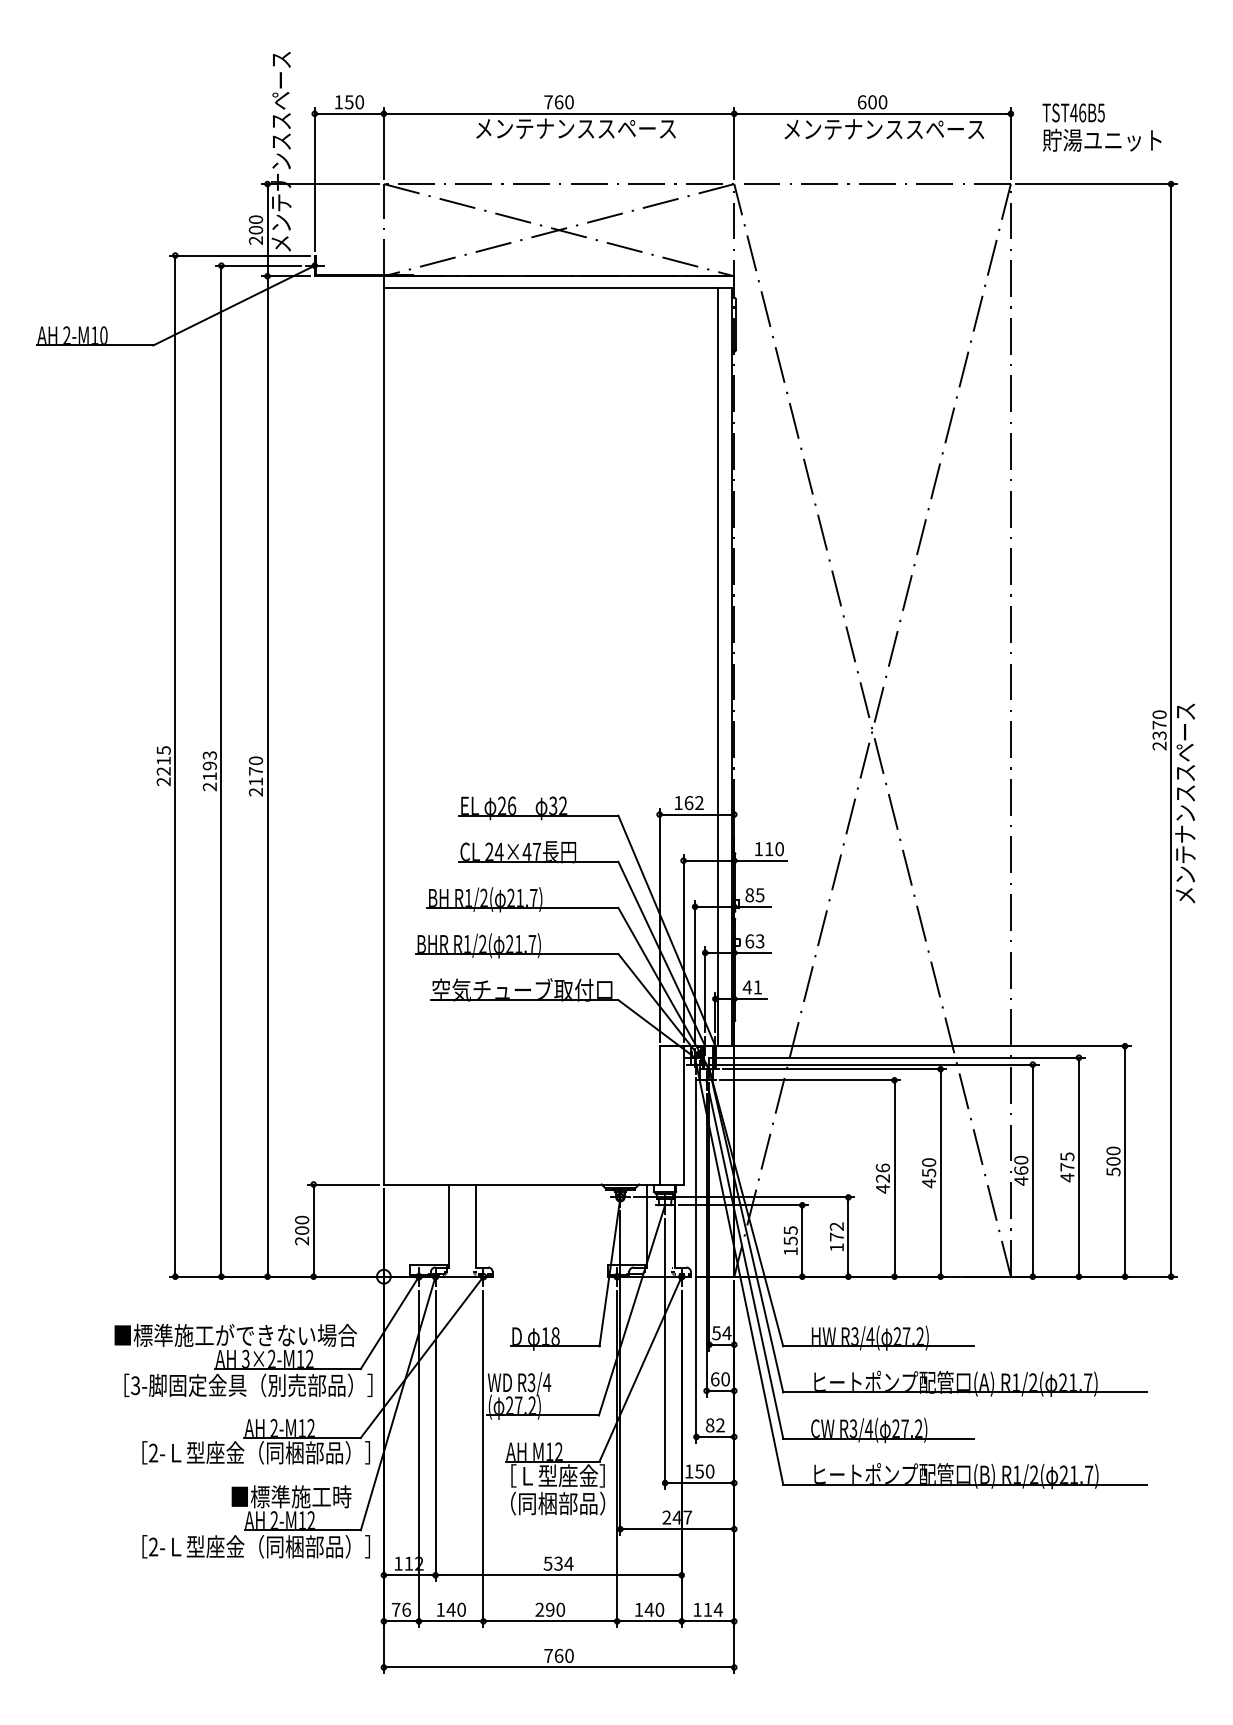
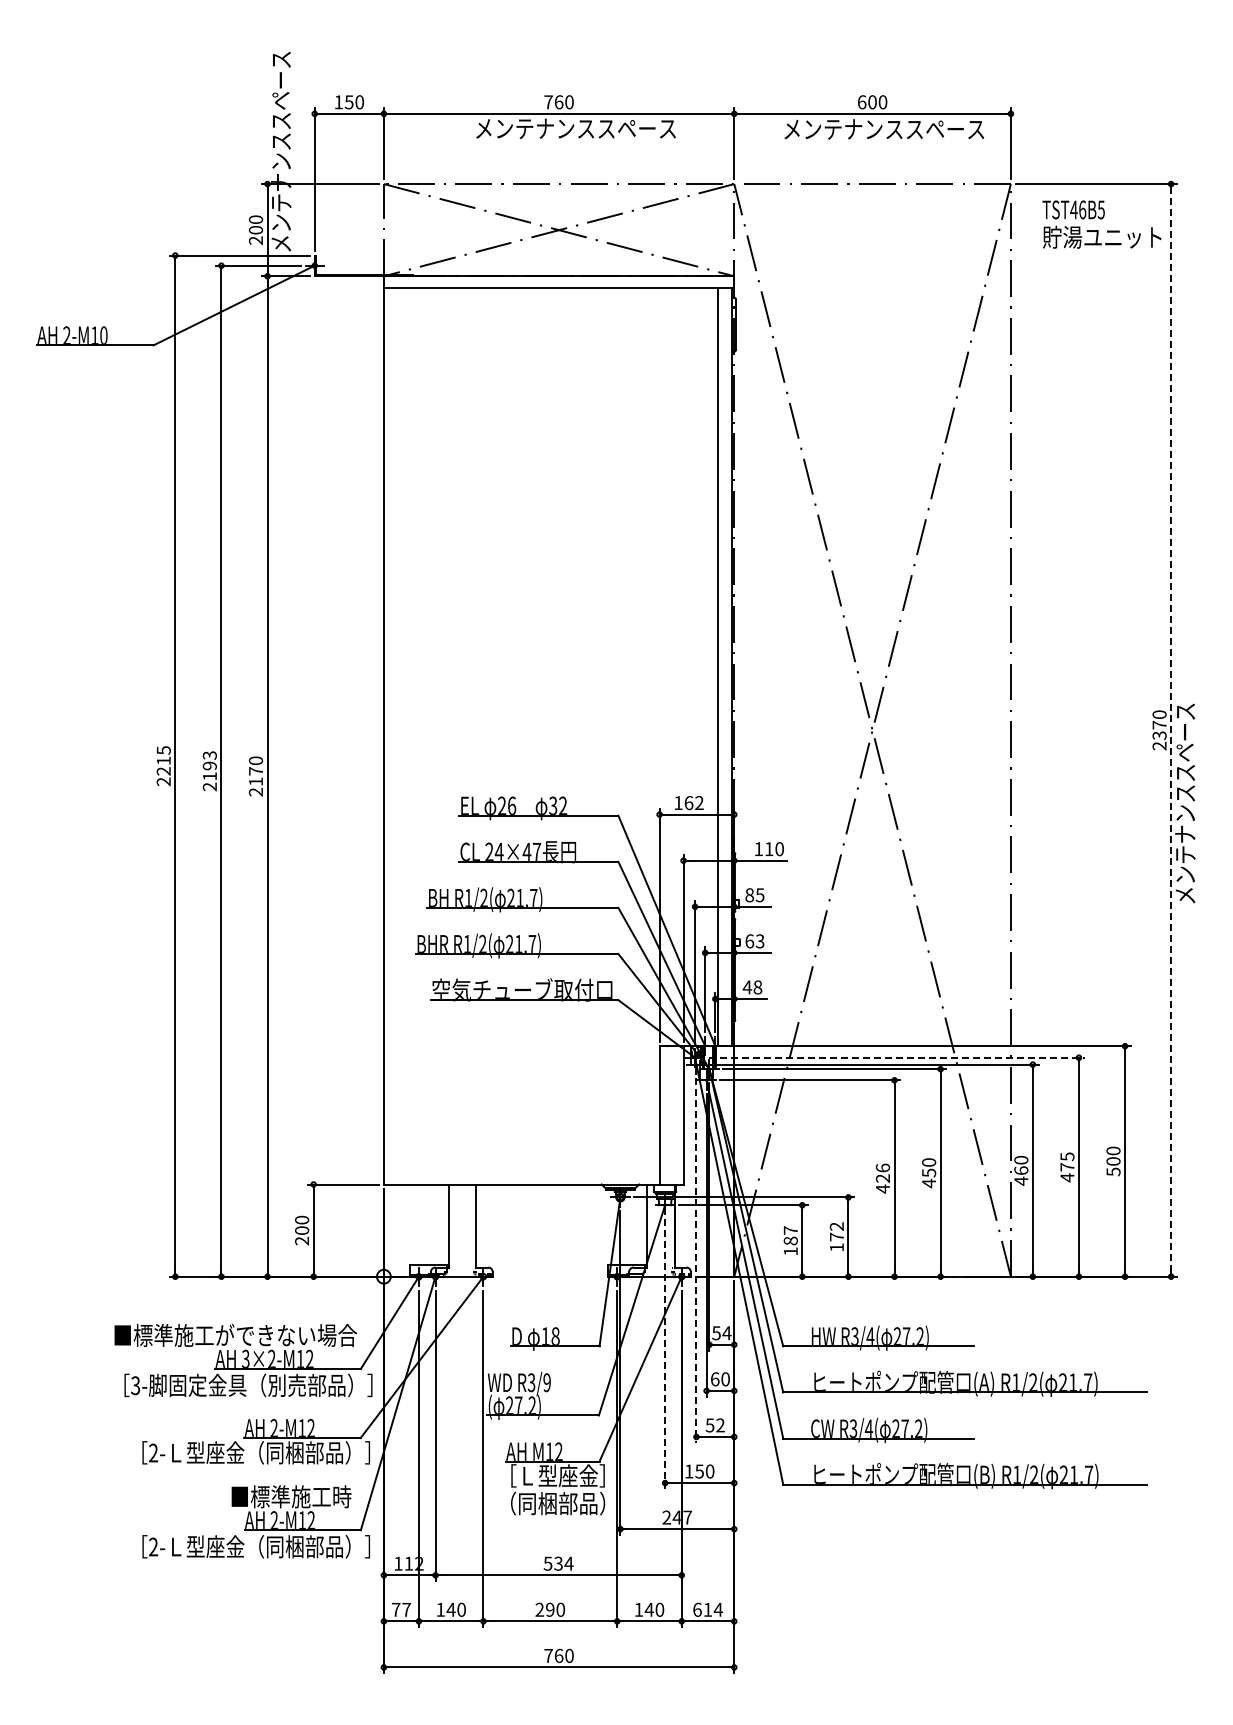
text at (1101, 127) position: (1101, 127) -> (1101, 224)
line at (1171, 730): solid -> dashed
text at (757, 987): 41 -> 48
line at (896, 1057): solid -> dashed
text at (790, 1235): 155 -> 187
line at (696, 1261): solid -> dashed
line at (665, 1353): solid -> dashed
text at (547, 1382): R3/4 -> R3/9
text at (709, 1425): 82 -> 52
text at (406, 1609): 76 -> 77
text at (697, 1609): 114 -> 614
